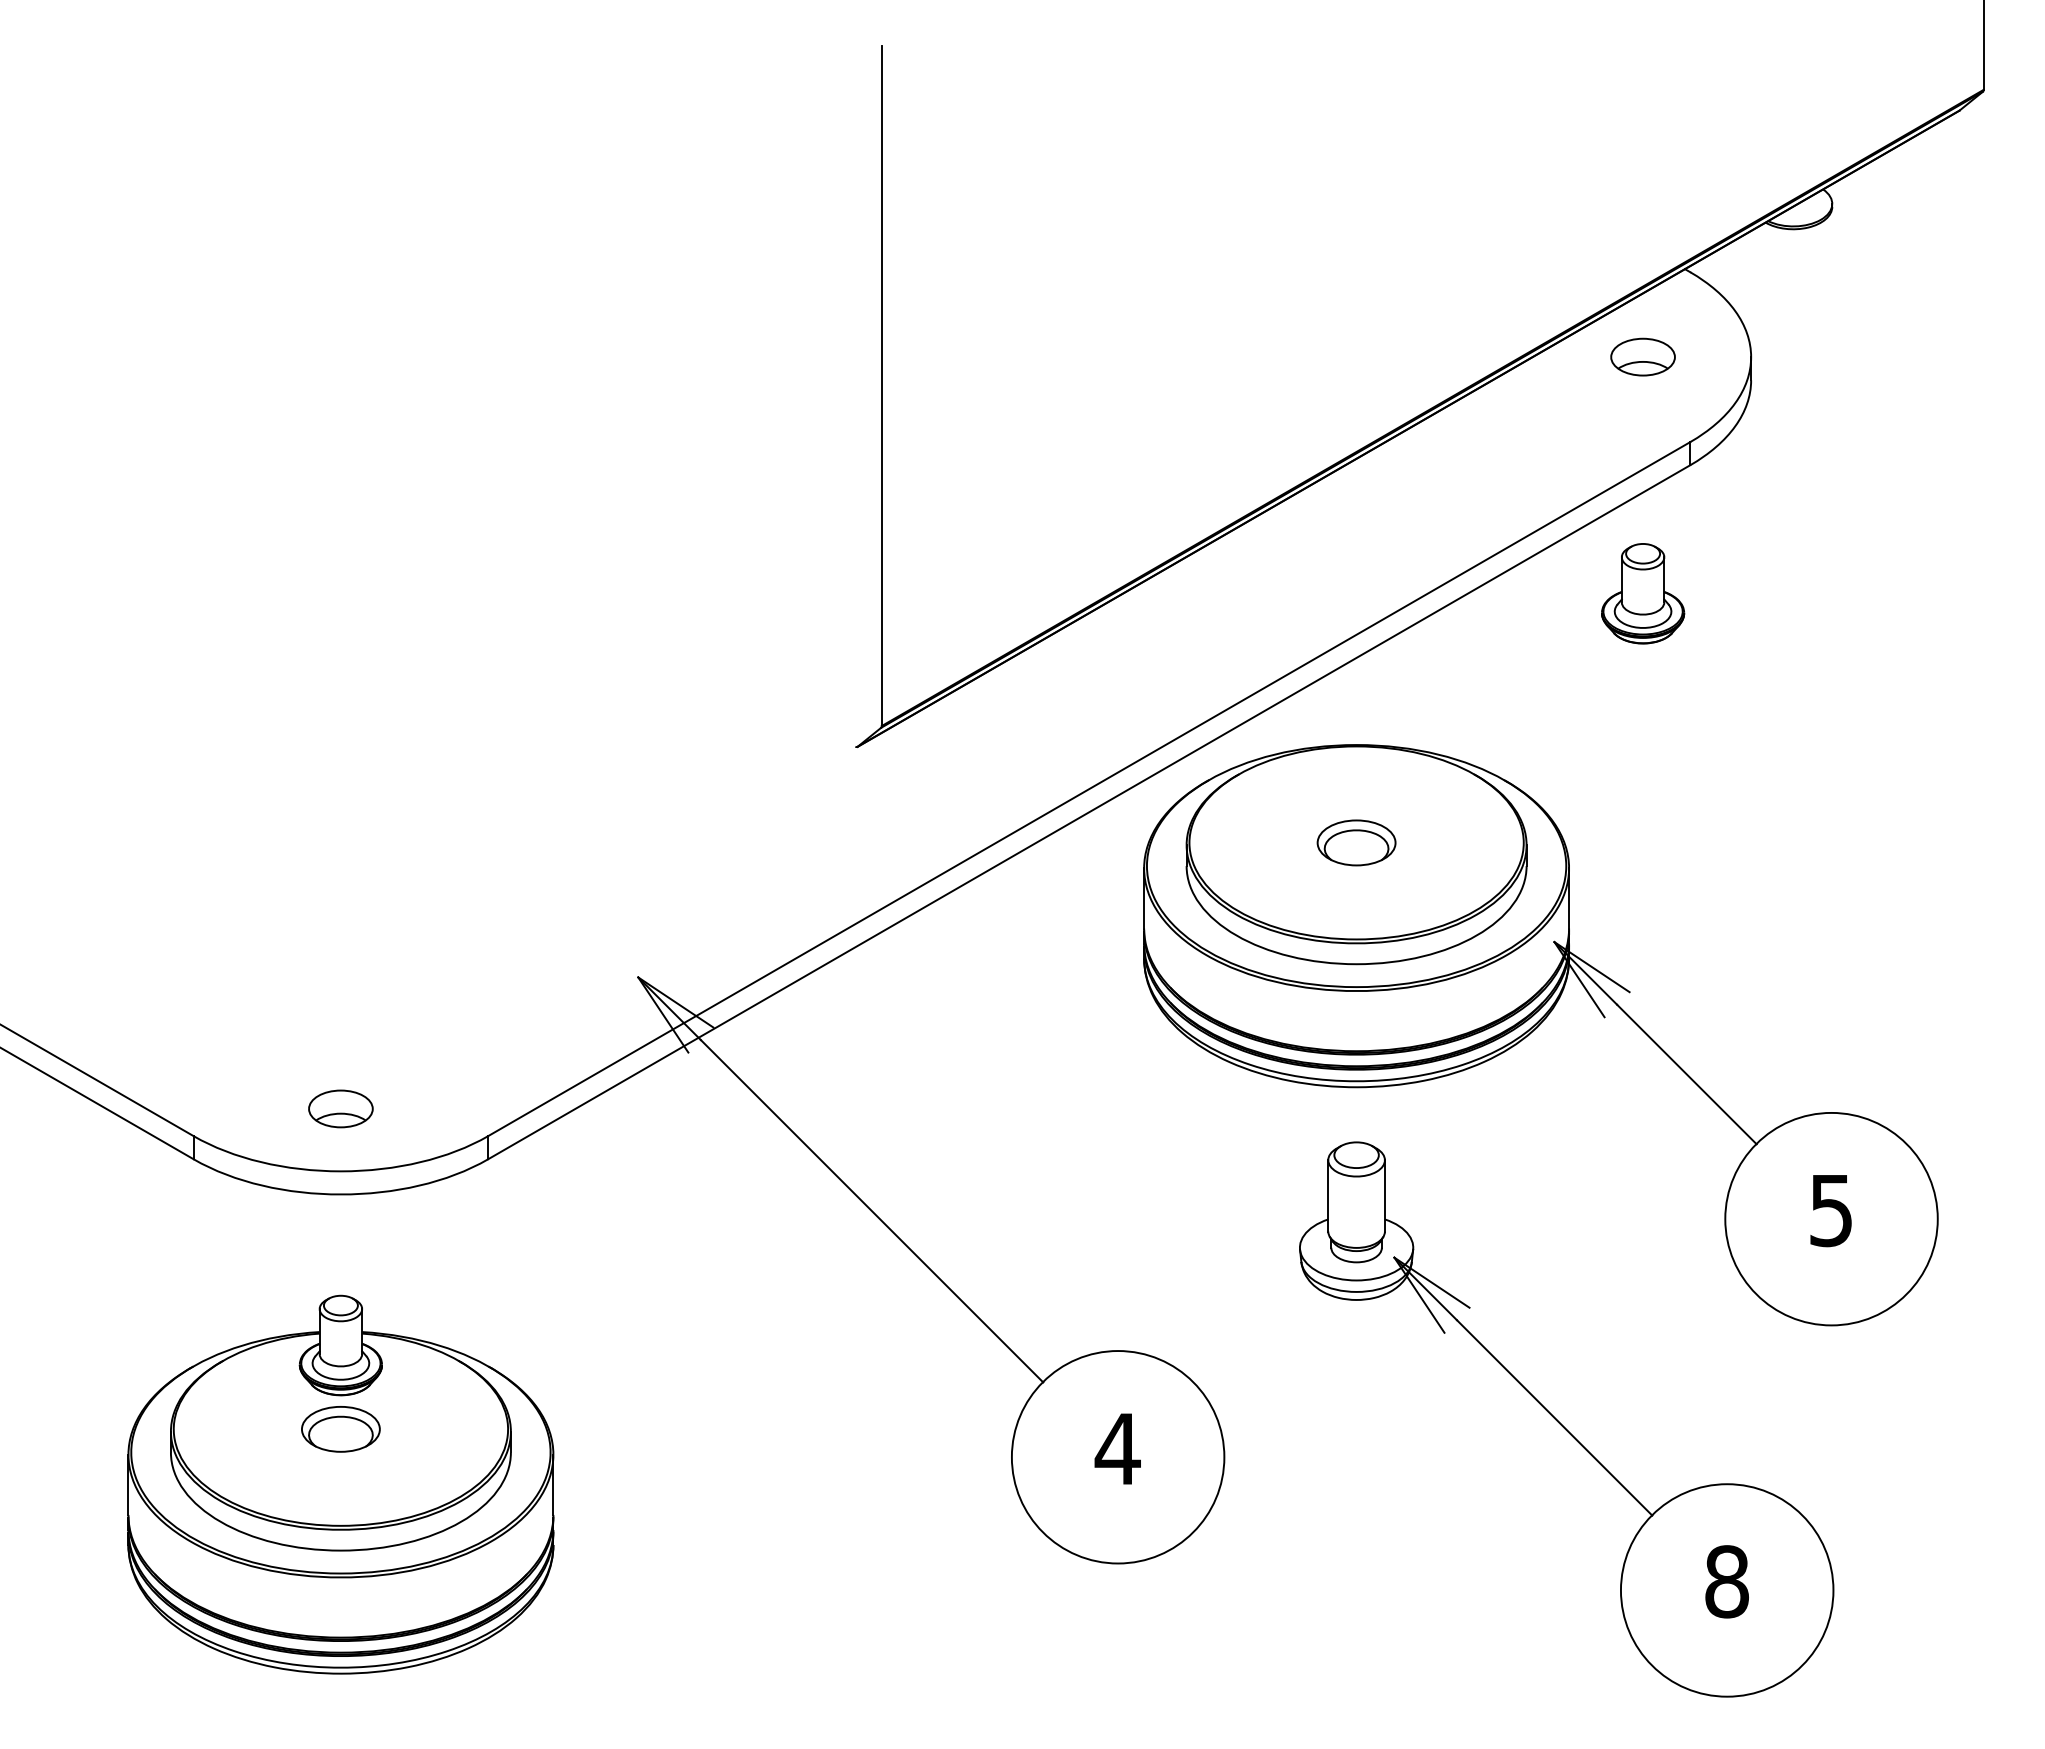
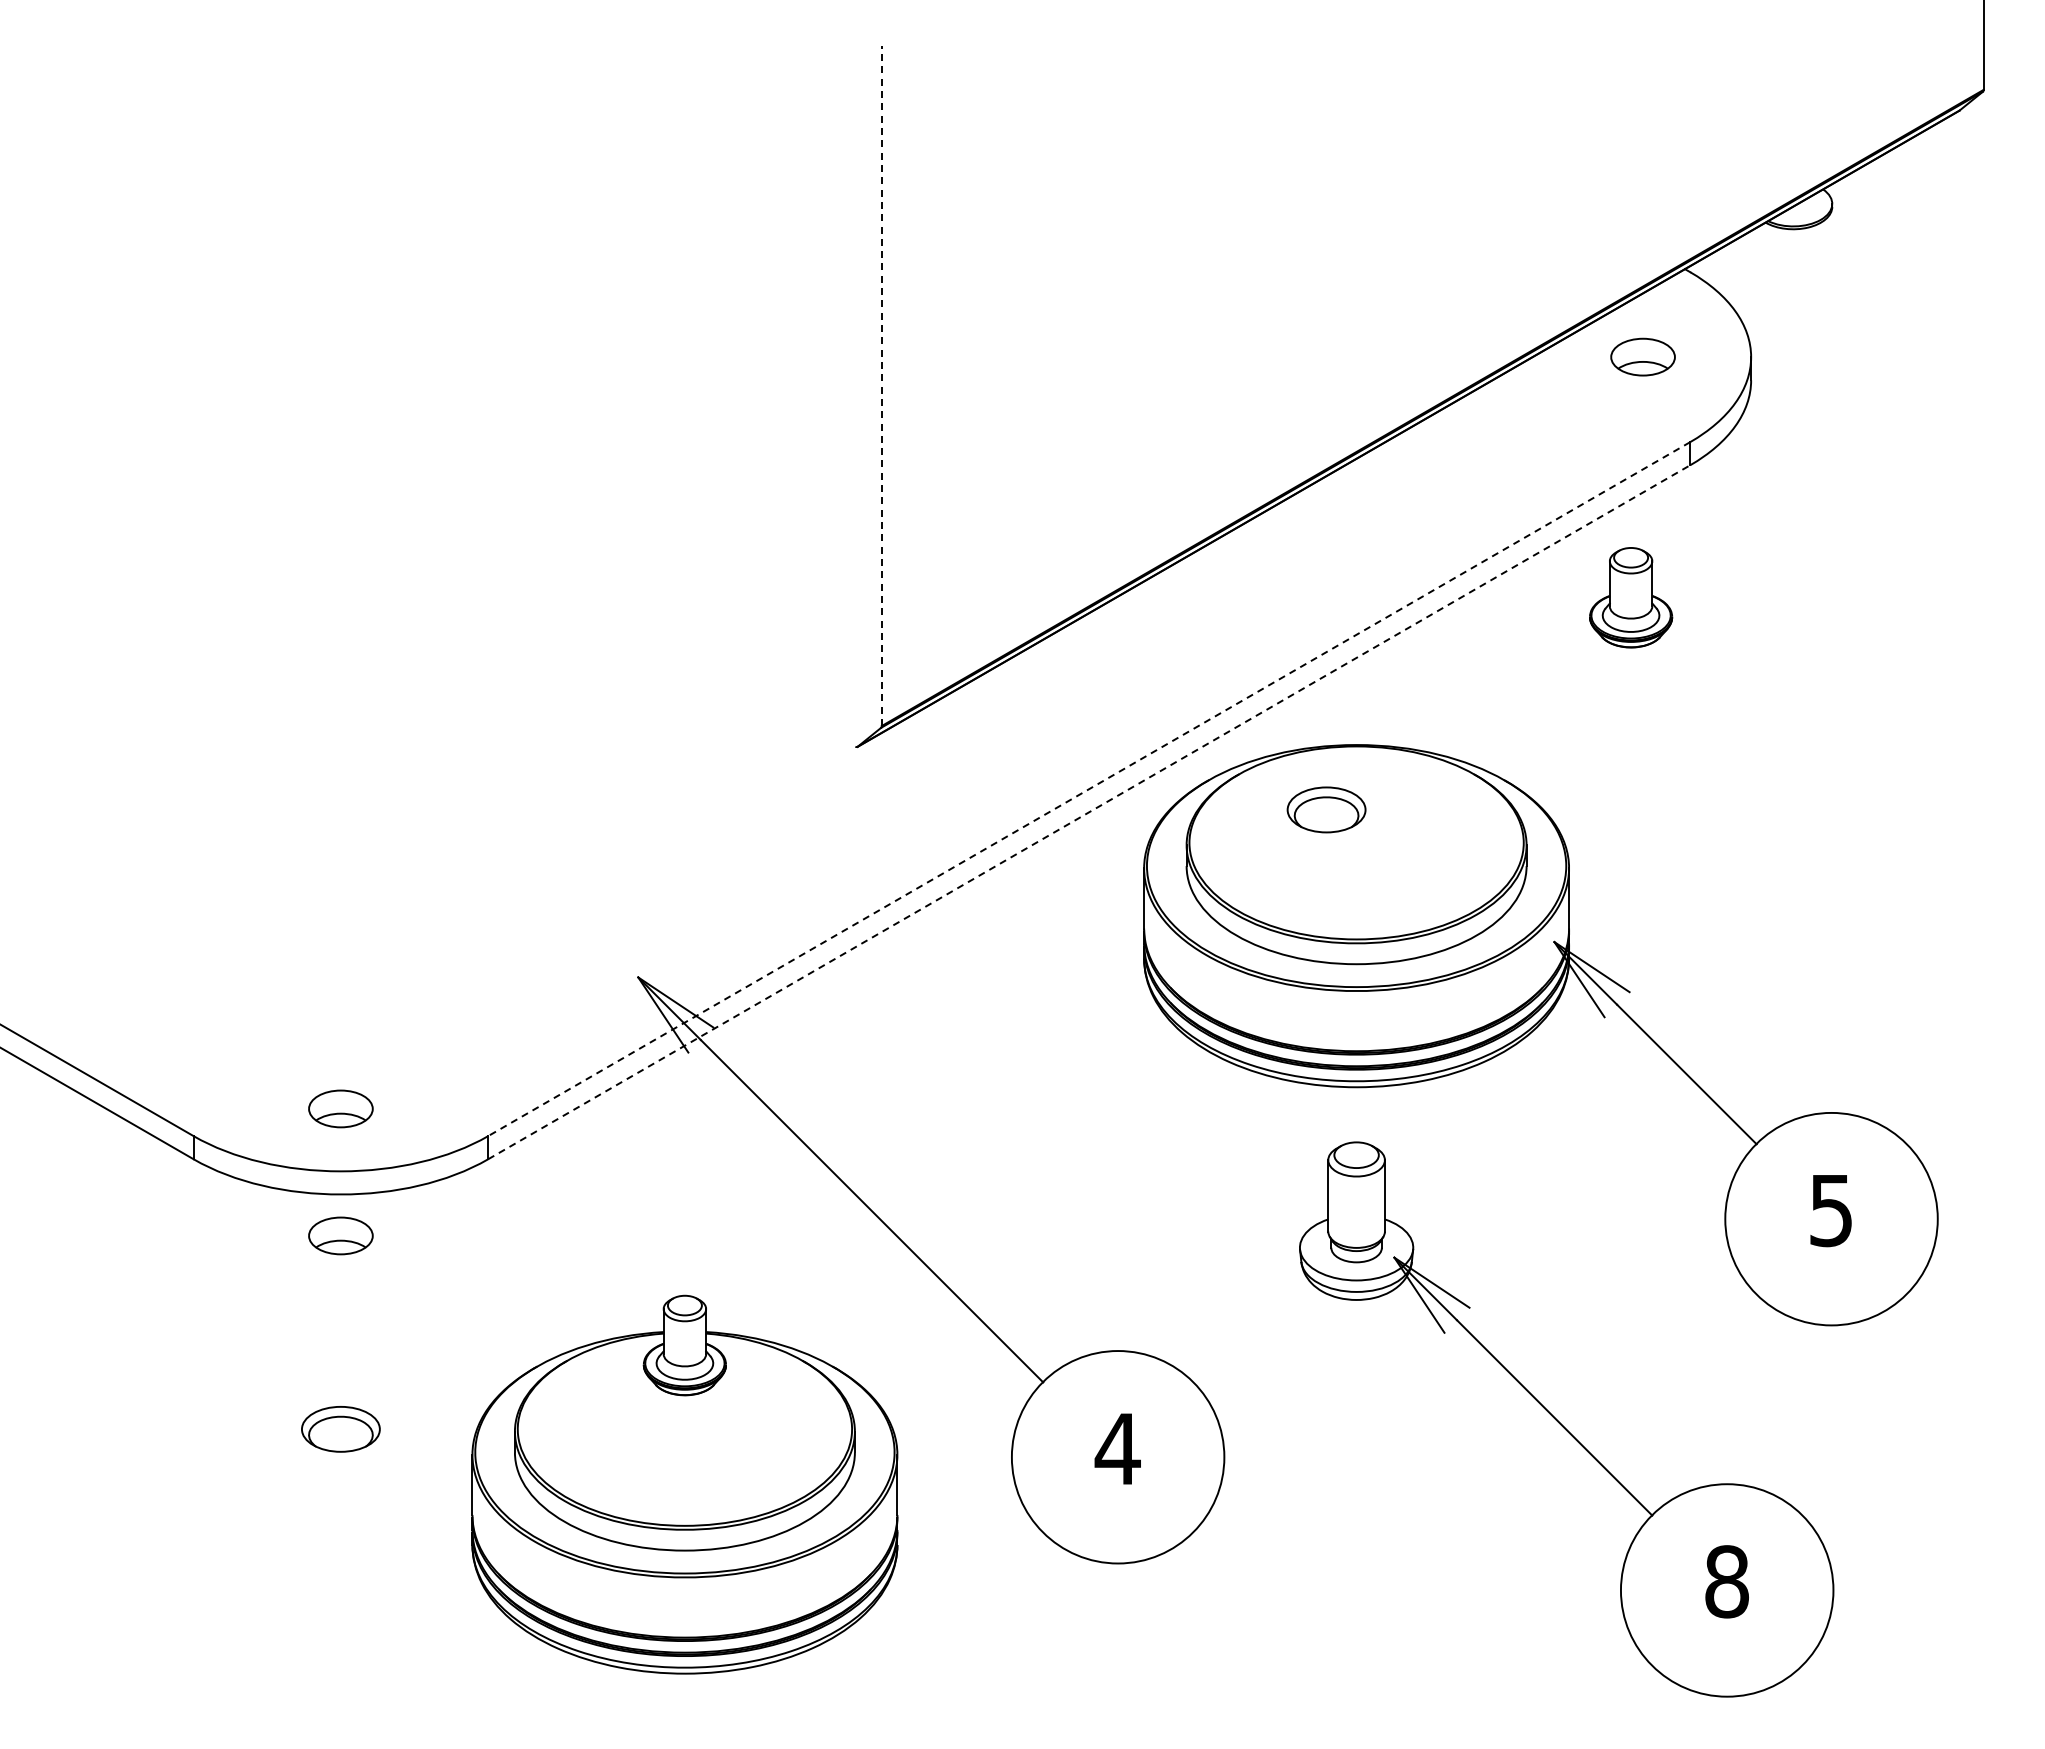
line at (881, 386): solid -> dashed
part at (1643, 593) position: (1643, 593) -> (1631, 597)
line at (1089, 789): solid -> dashed
line at (1089, 812): solid -> dashed
part at (1356, 842) position: (1356, 842) -> (1326, 809)
part at (340, 1235): none -> present
part at (340, 1484) position: (340, 1484) -> (684, 1484)
